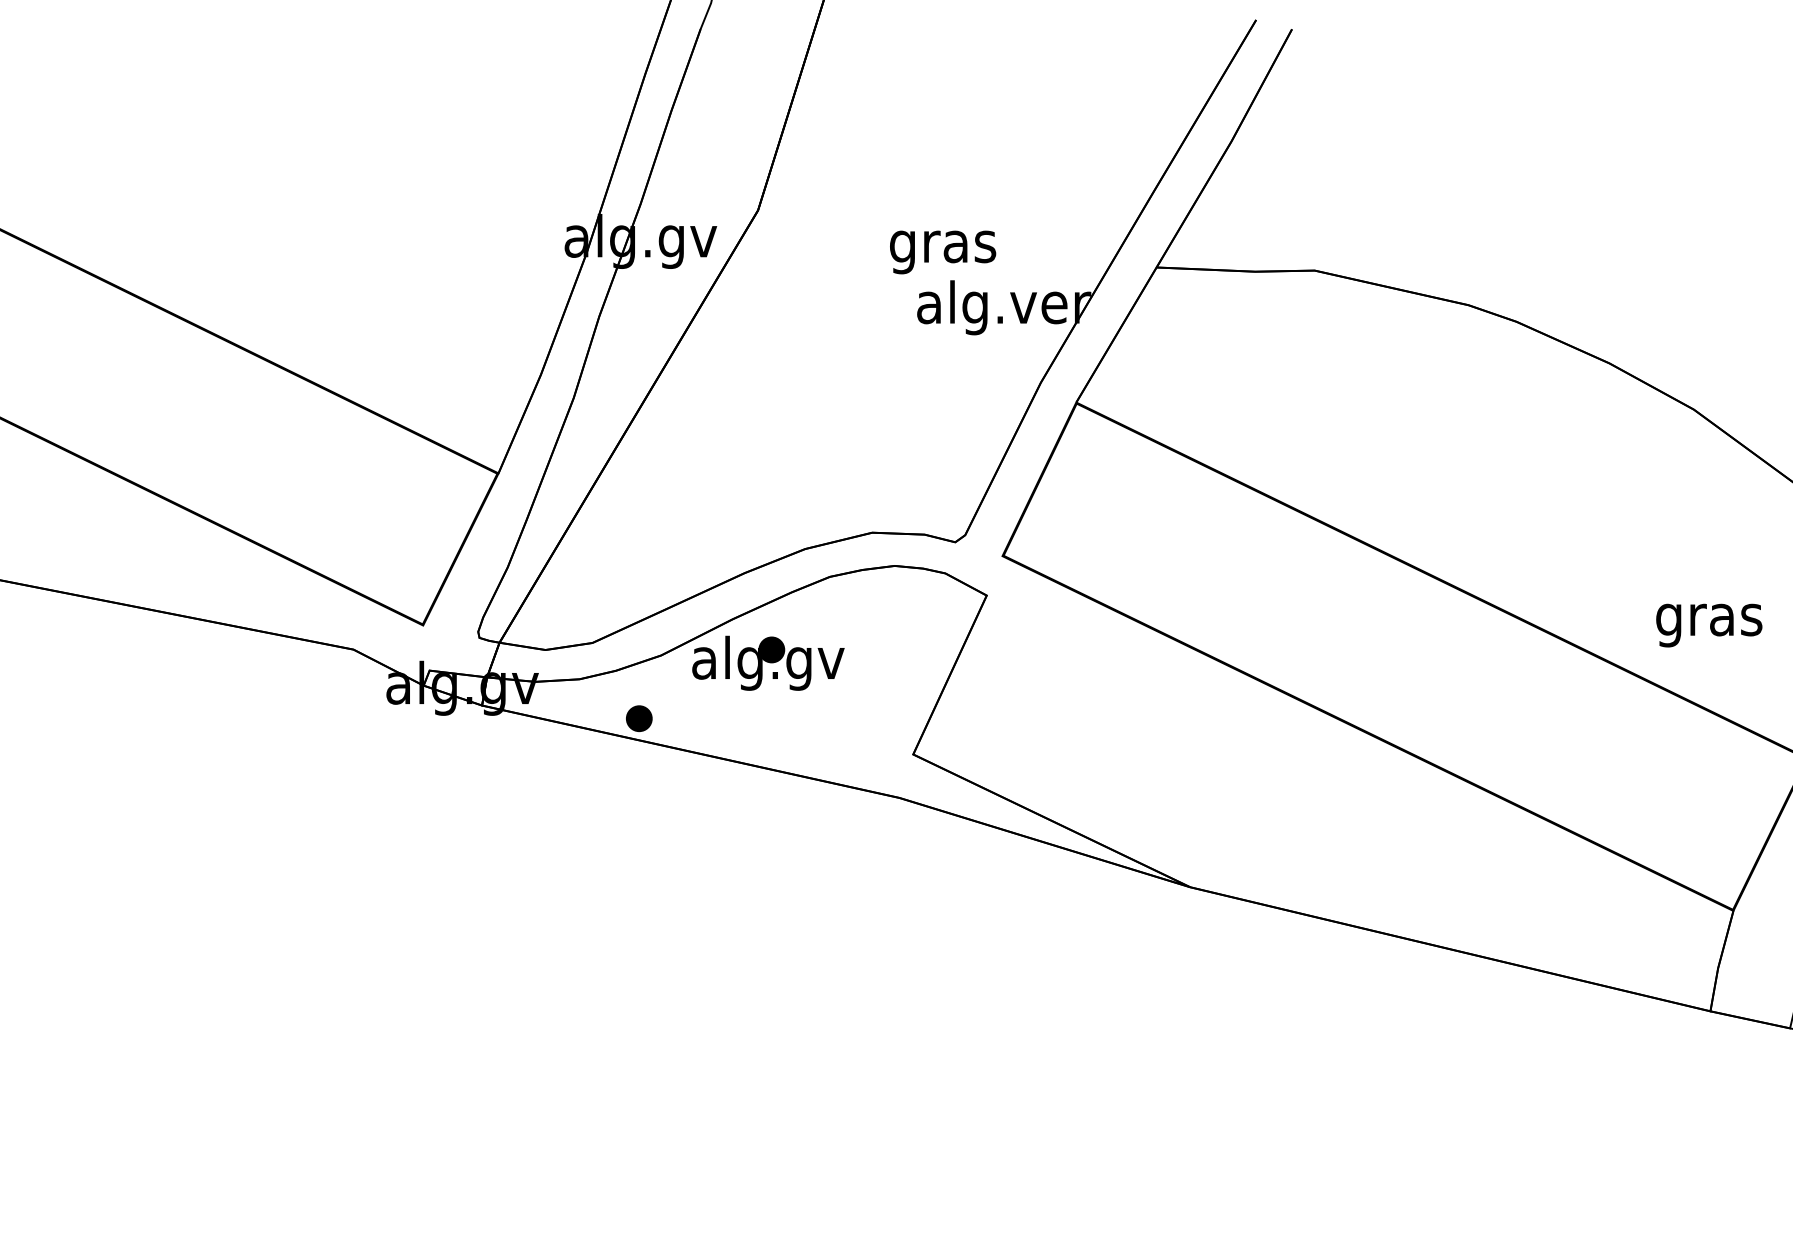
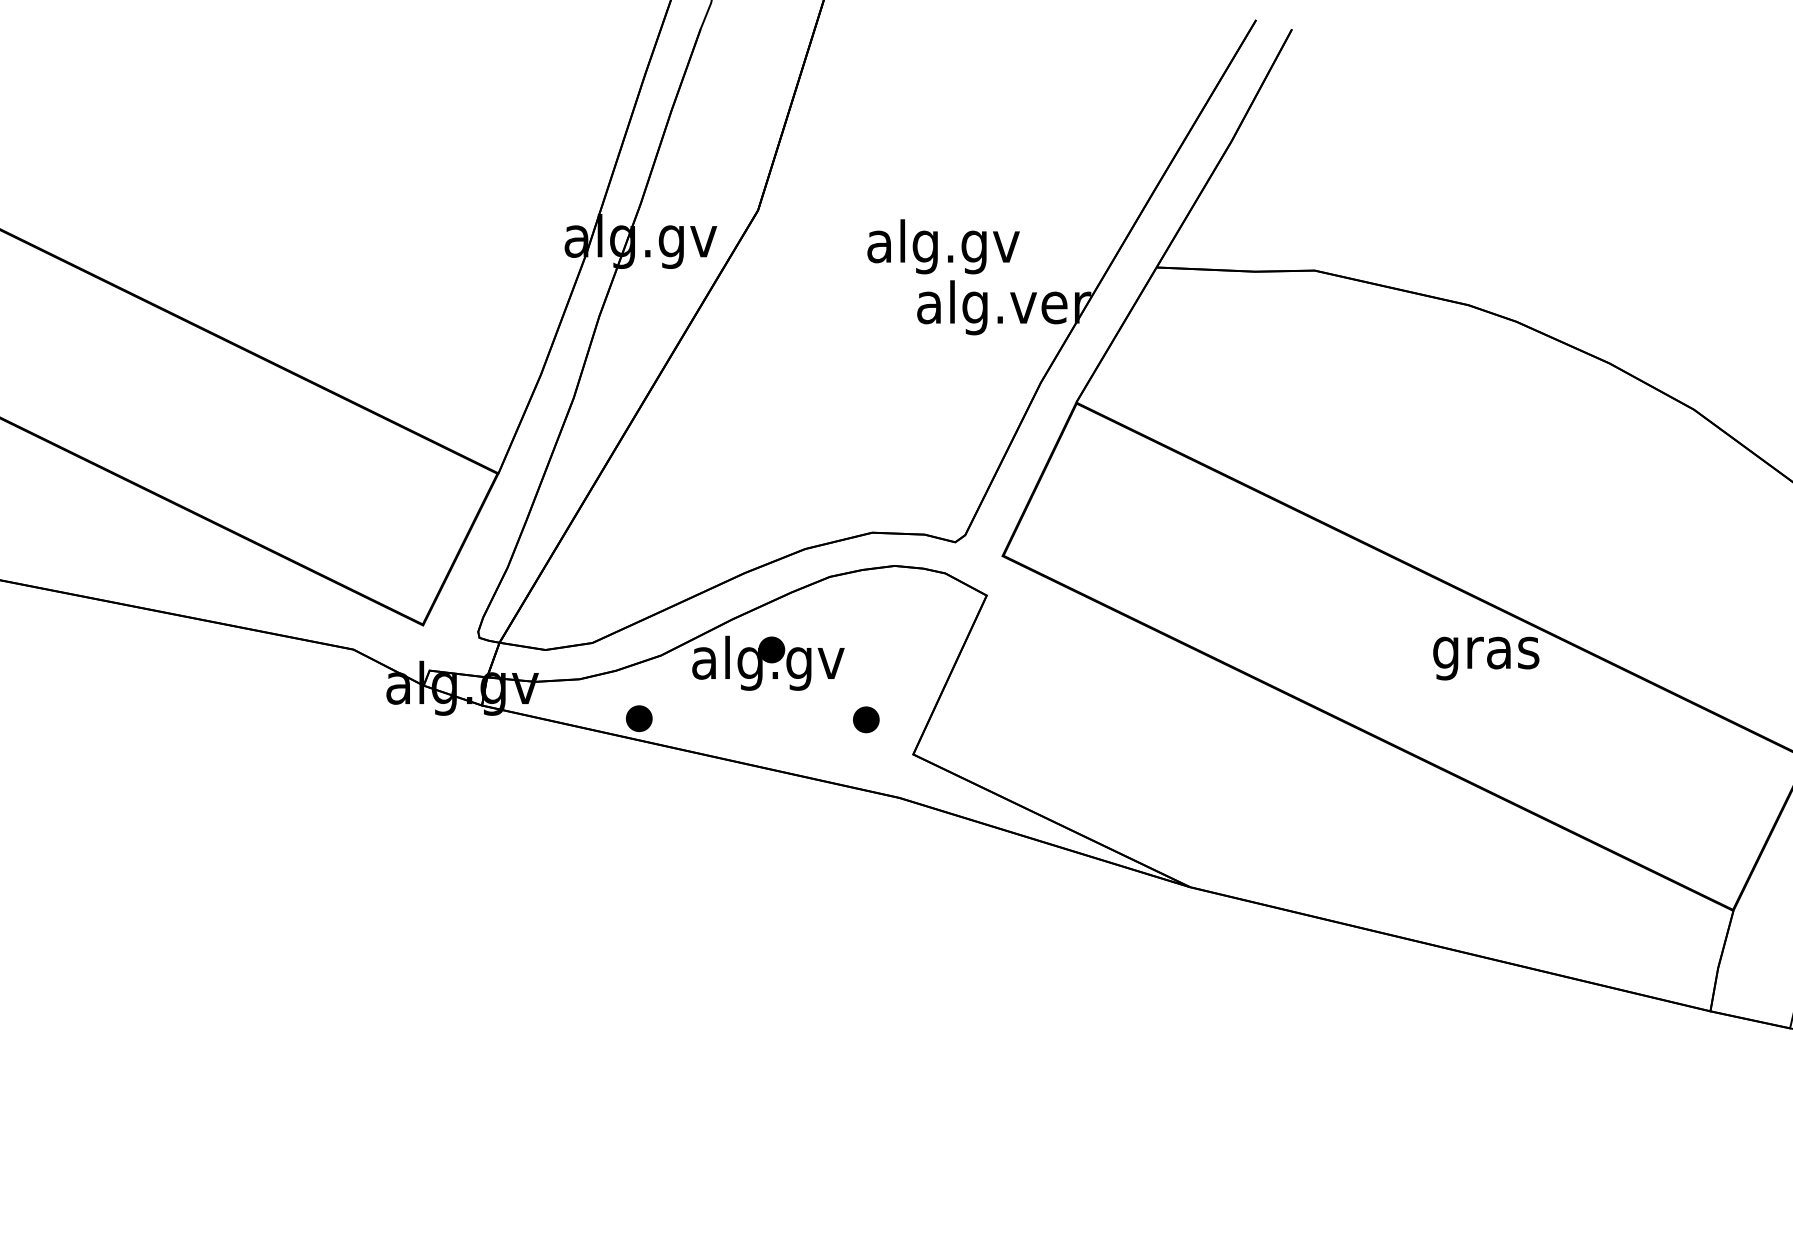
text at (943, 246): gras -> alg.gv
text at (1709, 625) position: (1709, 625) -> (1486, 658)
part at (866, 719): none -> present
